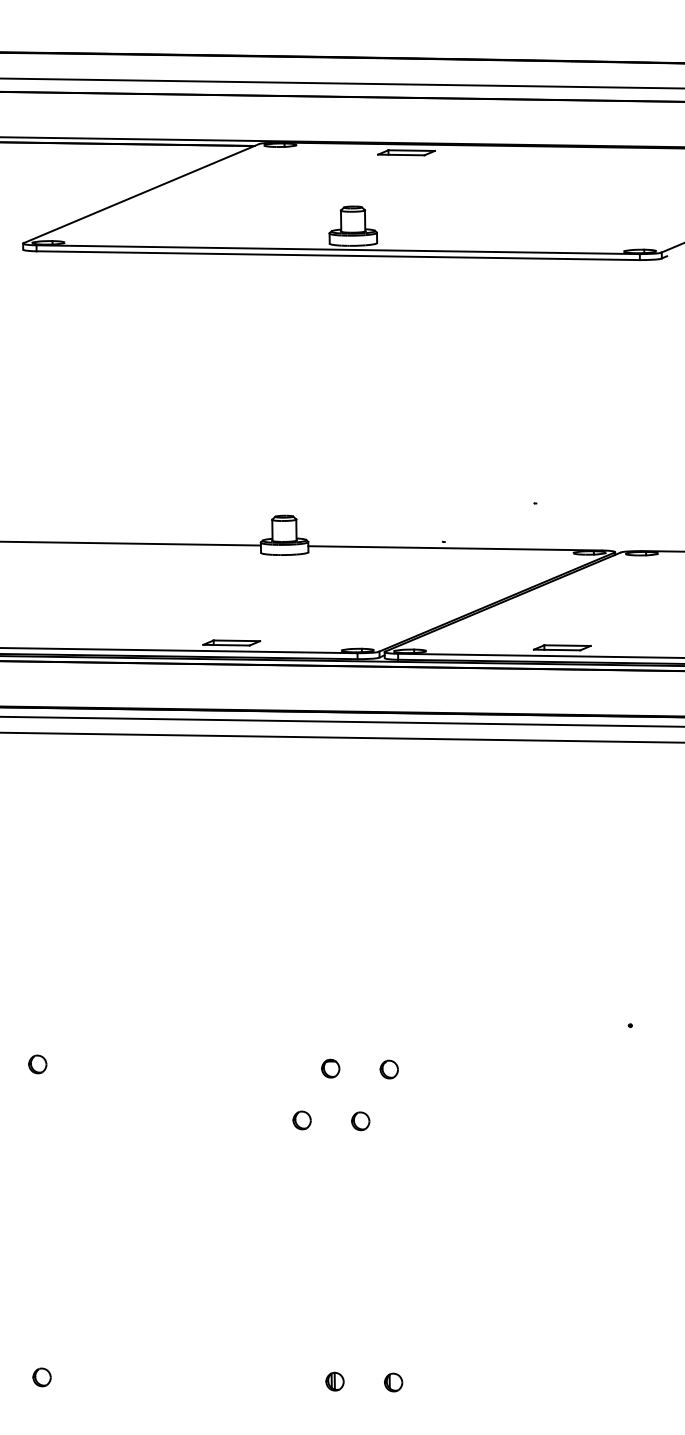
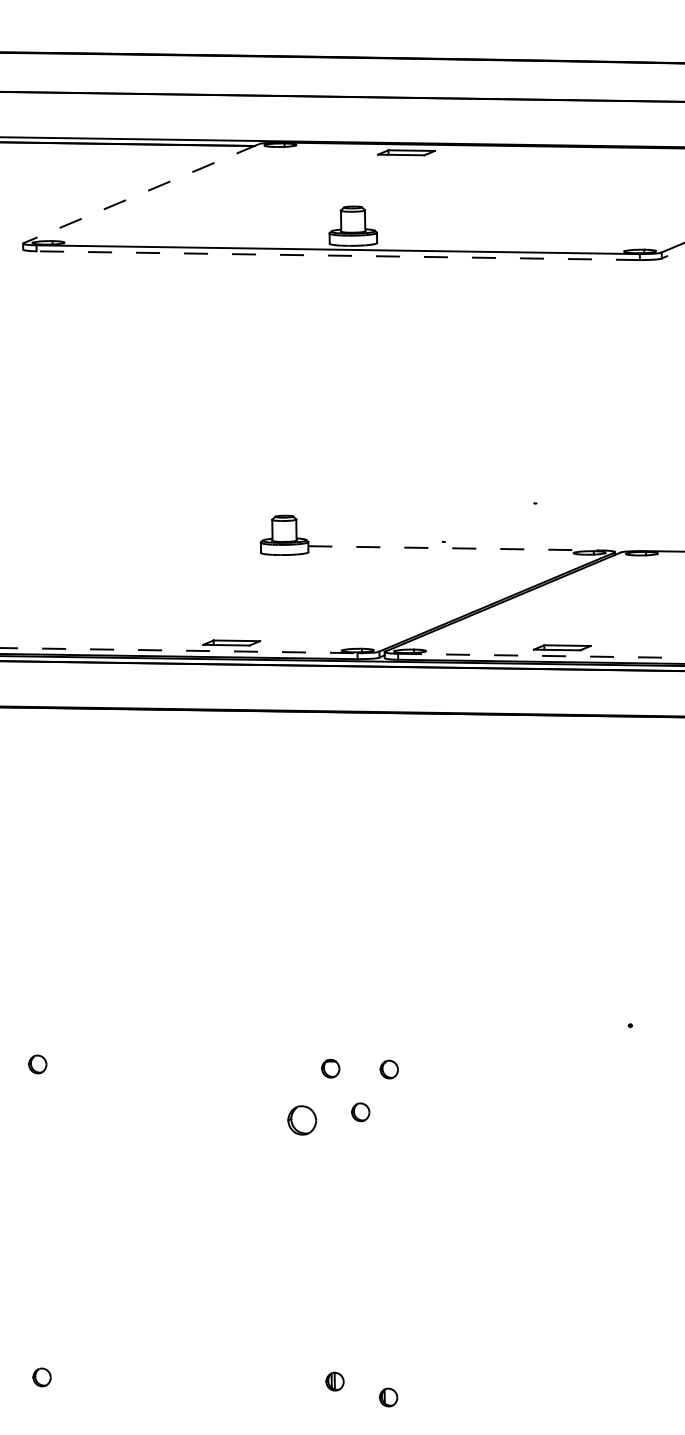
line at (341, 83): present -> none
line at (140, 193): solid -> dashed
line at (338, 255): solid -> dashed
line at (131, 543): present -> none
line at (454, 548): solid -> dashed
line at (179, 650): solid -> dashed
line at (541, 655): solid -> dashed
line at (341, 721): present -> none
line at (341, 737): present -> none
part at (301, 1120) size: 20x21 px -> 31x31 px
part at (360, 1121) position: (360, 1121) -> (360, 1112)
part at (393, 1382) position: (393, 1382) -> (388, 1397)
